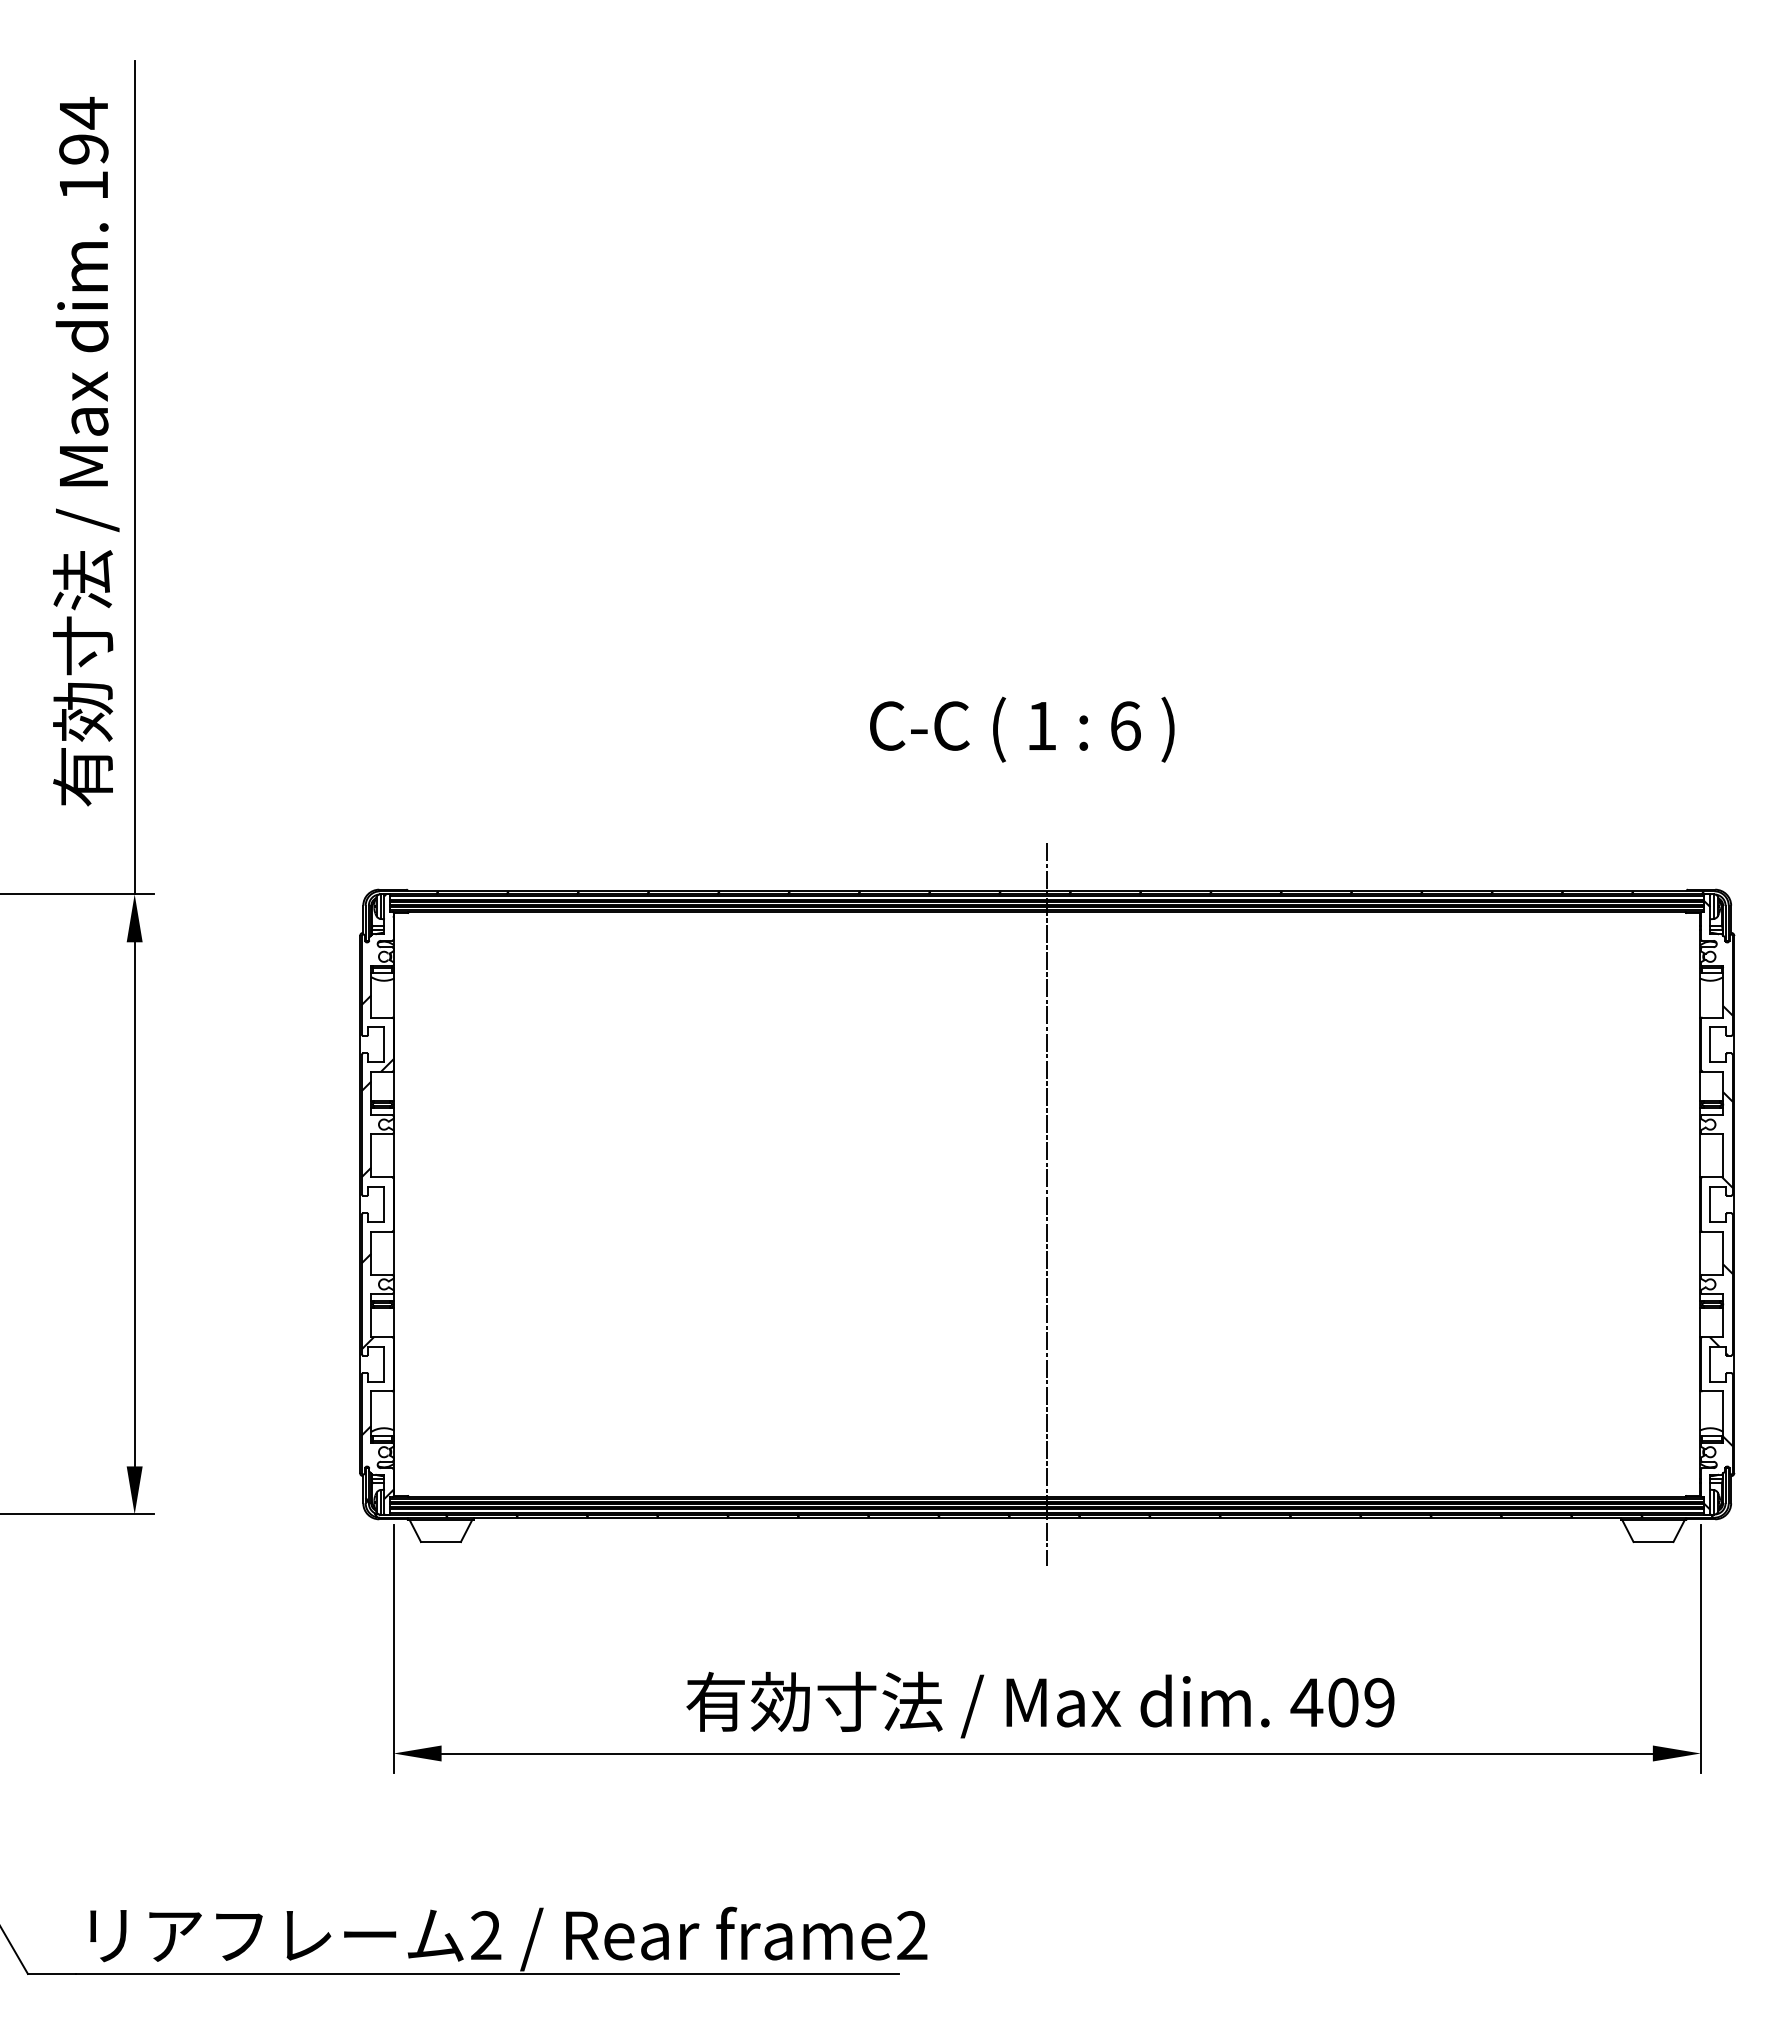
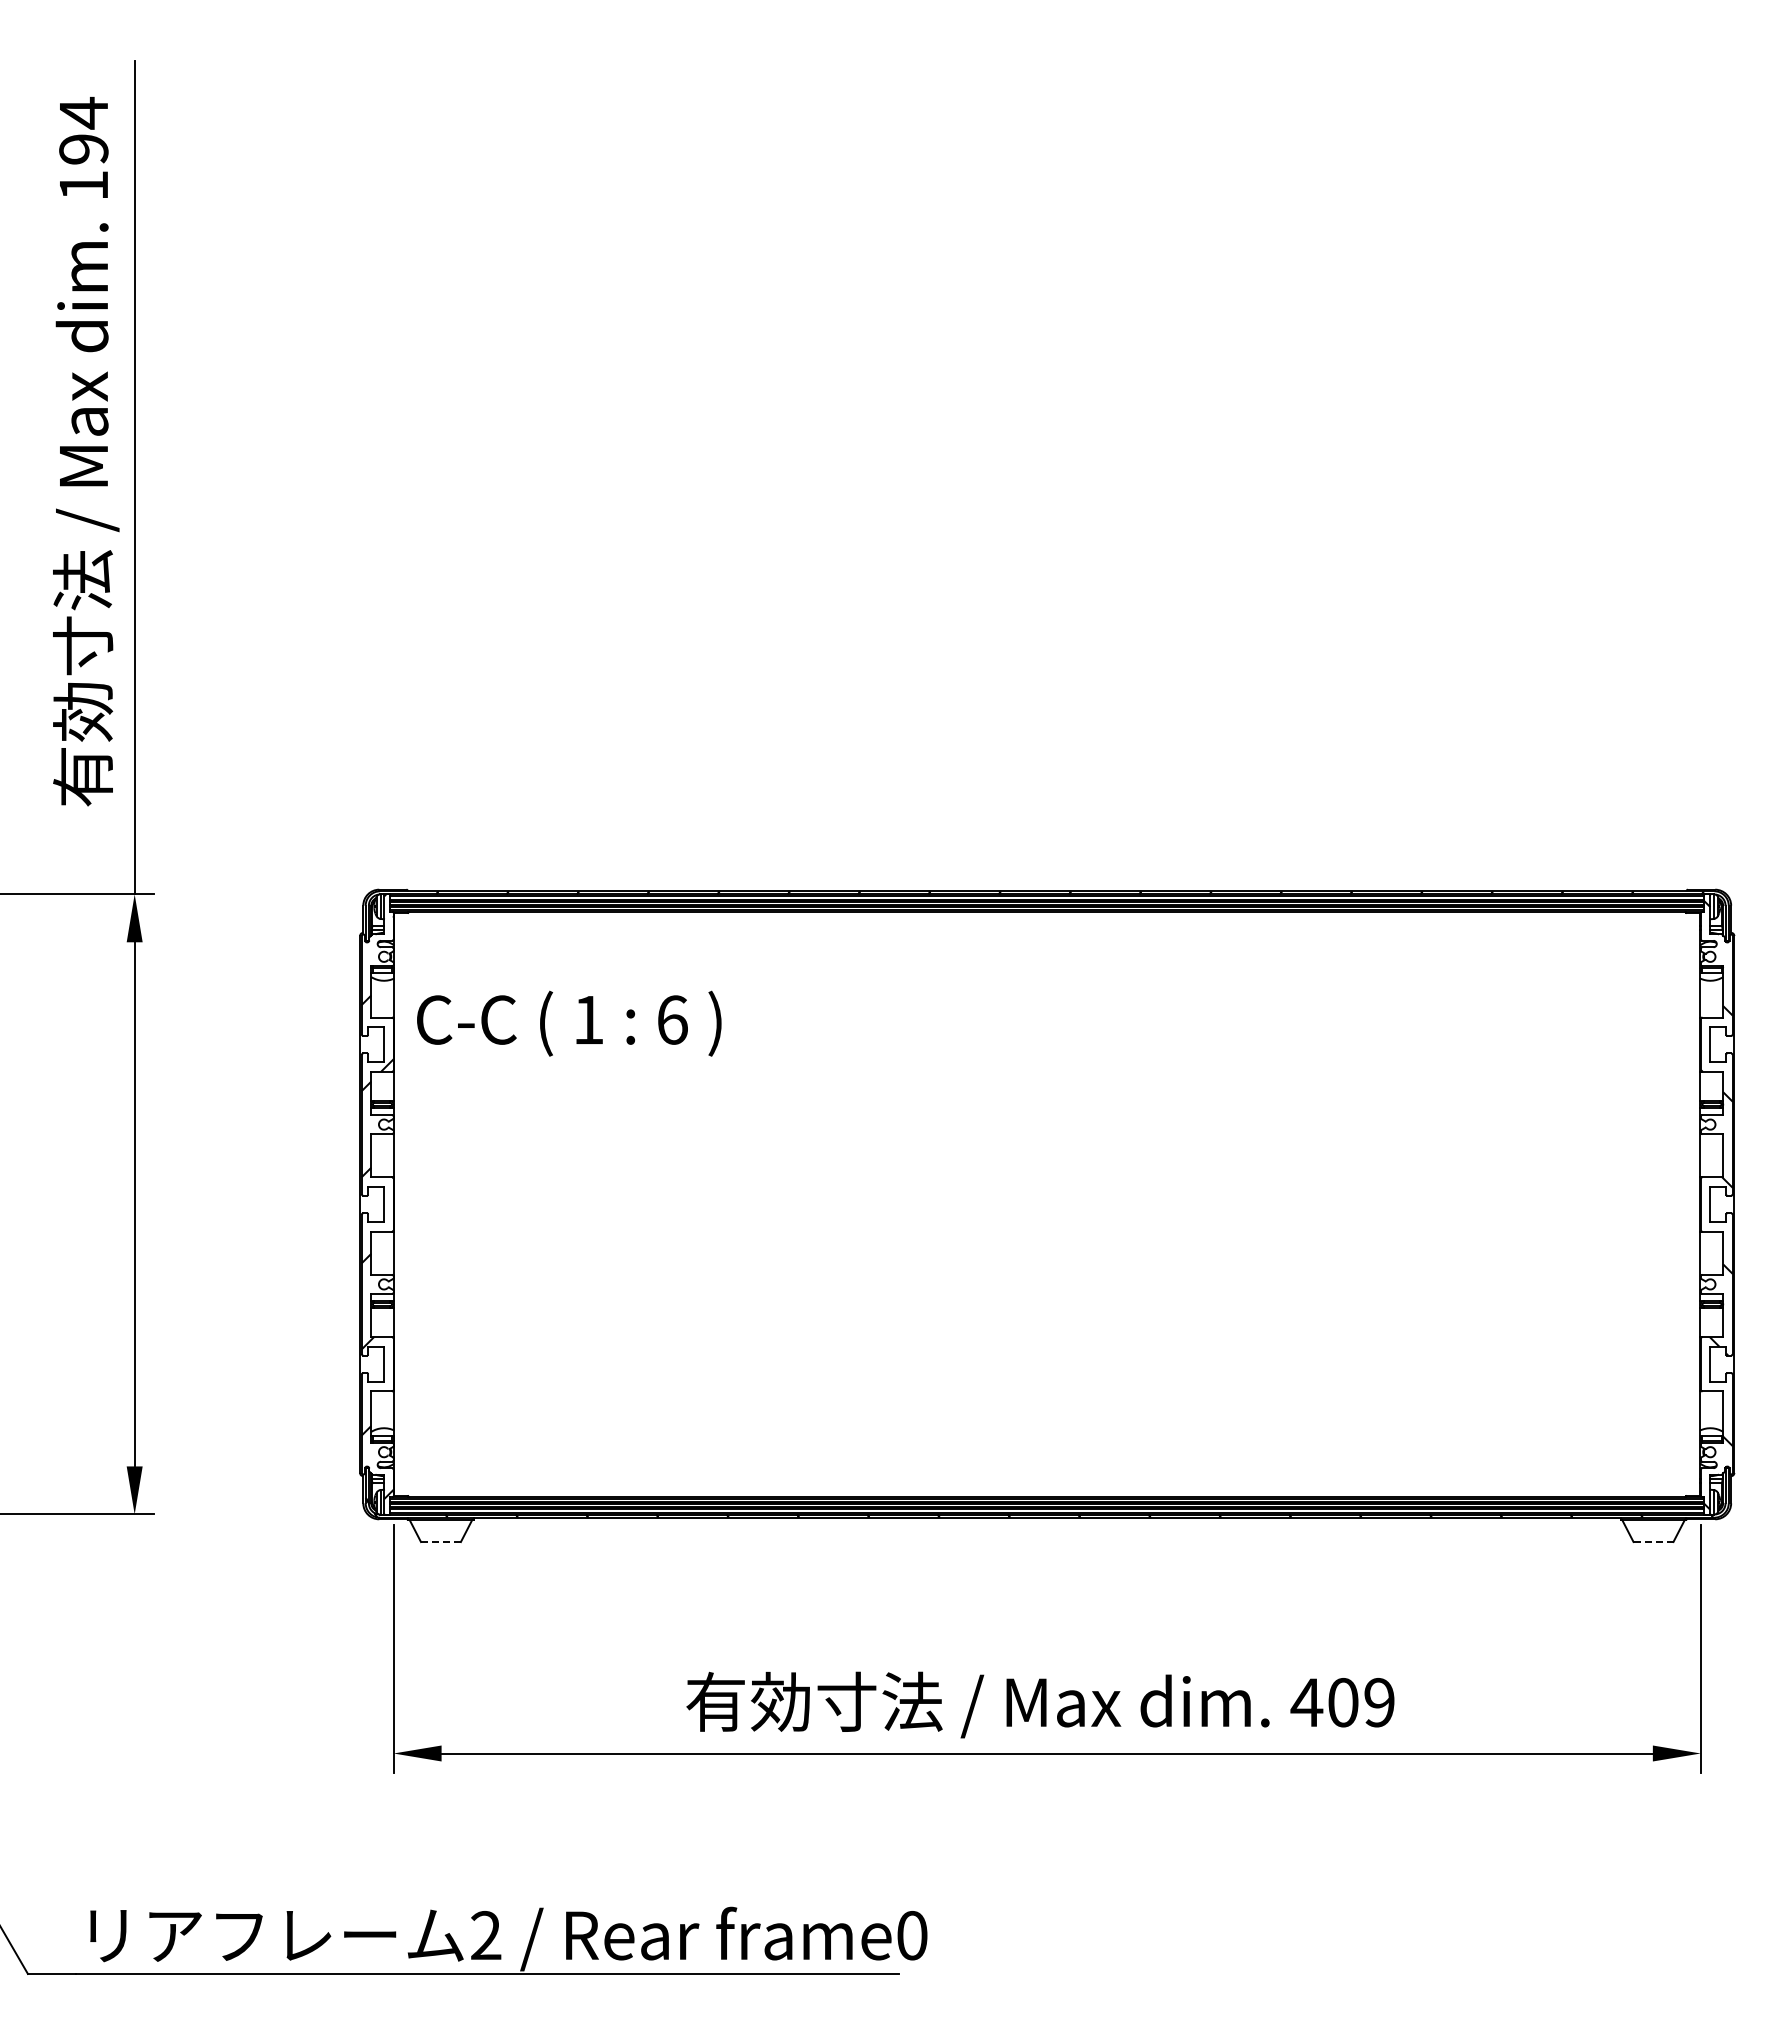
text at (1022, 729) position: (1022, 729) -> (569, 1023)
line at (1047, 1204): present -> none
line at (440, 1542): solid -> dashed
line at (1653, 1542): solid -> dashed
text at (912, 1935): frame2 -> frame0
